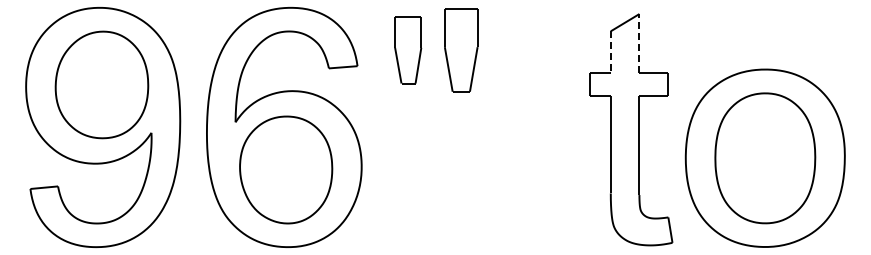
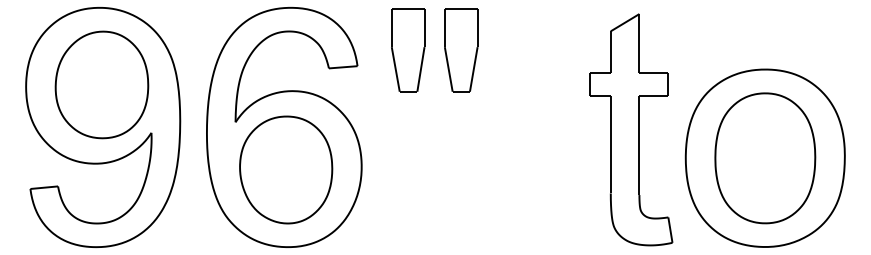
line at (639, 43): dashed -> solid
part at (408, 50) size: 29x69 px -> 35x85 px
line at (610, 52): dashed -> solid
